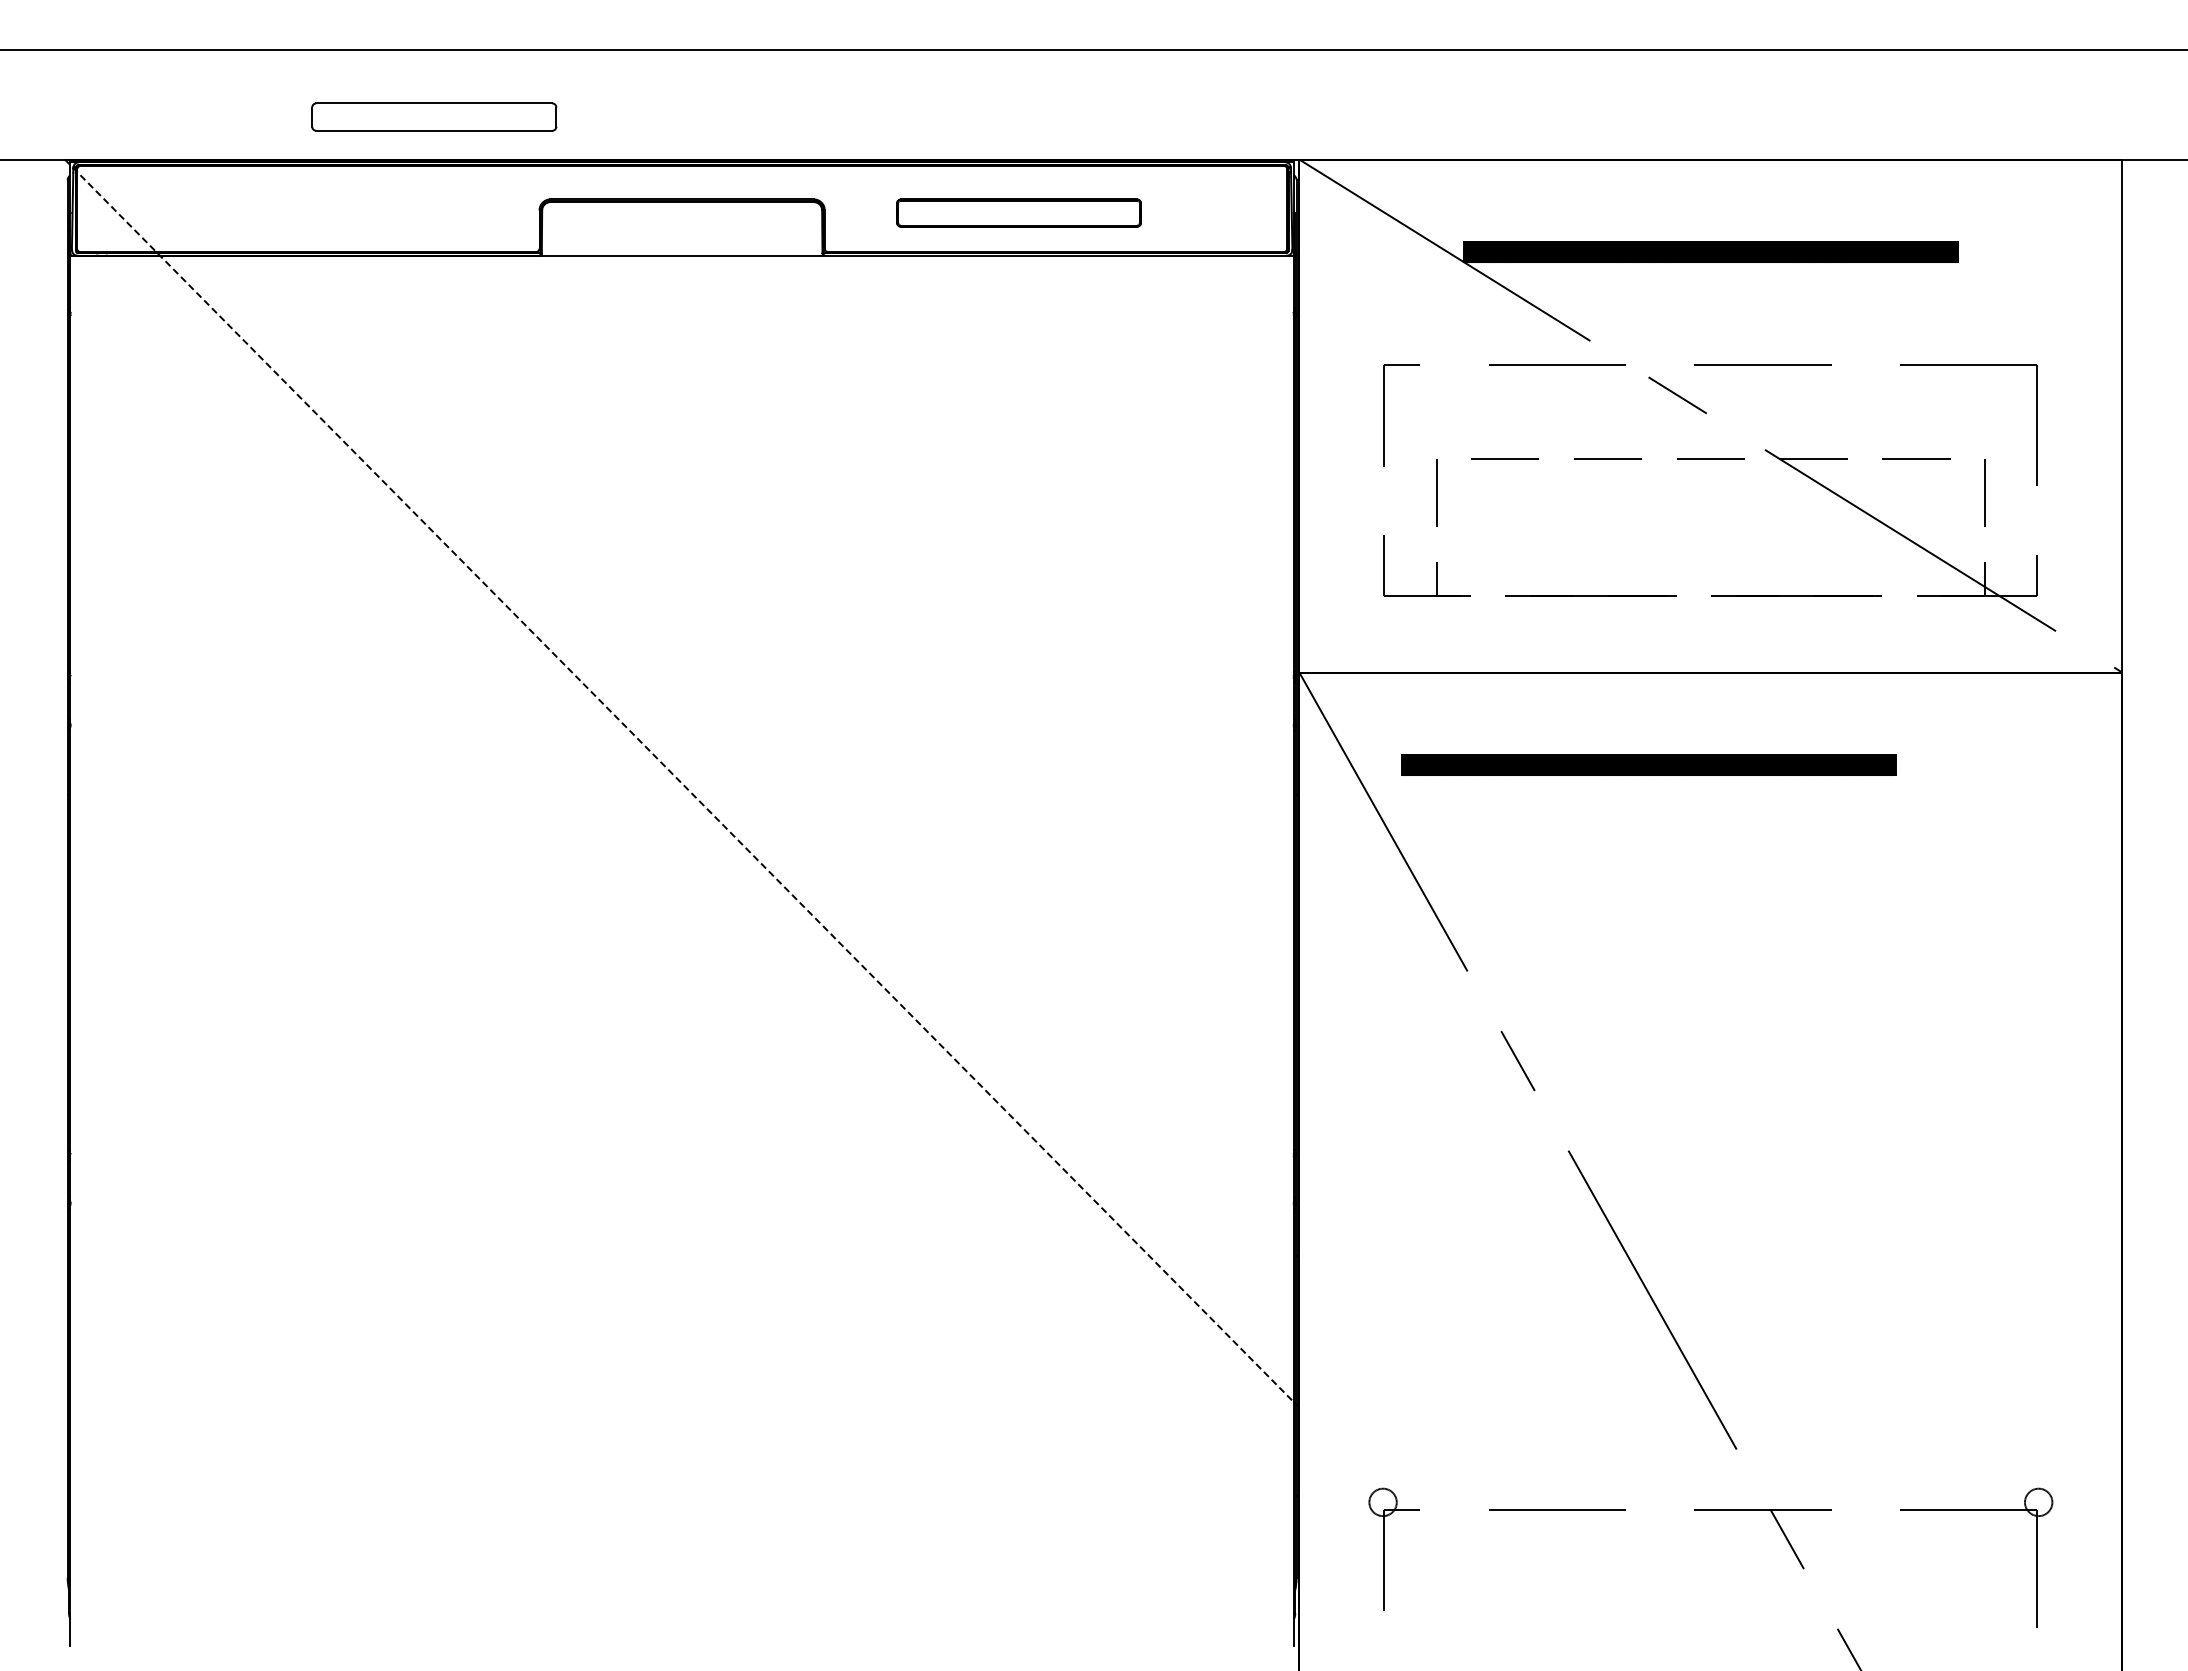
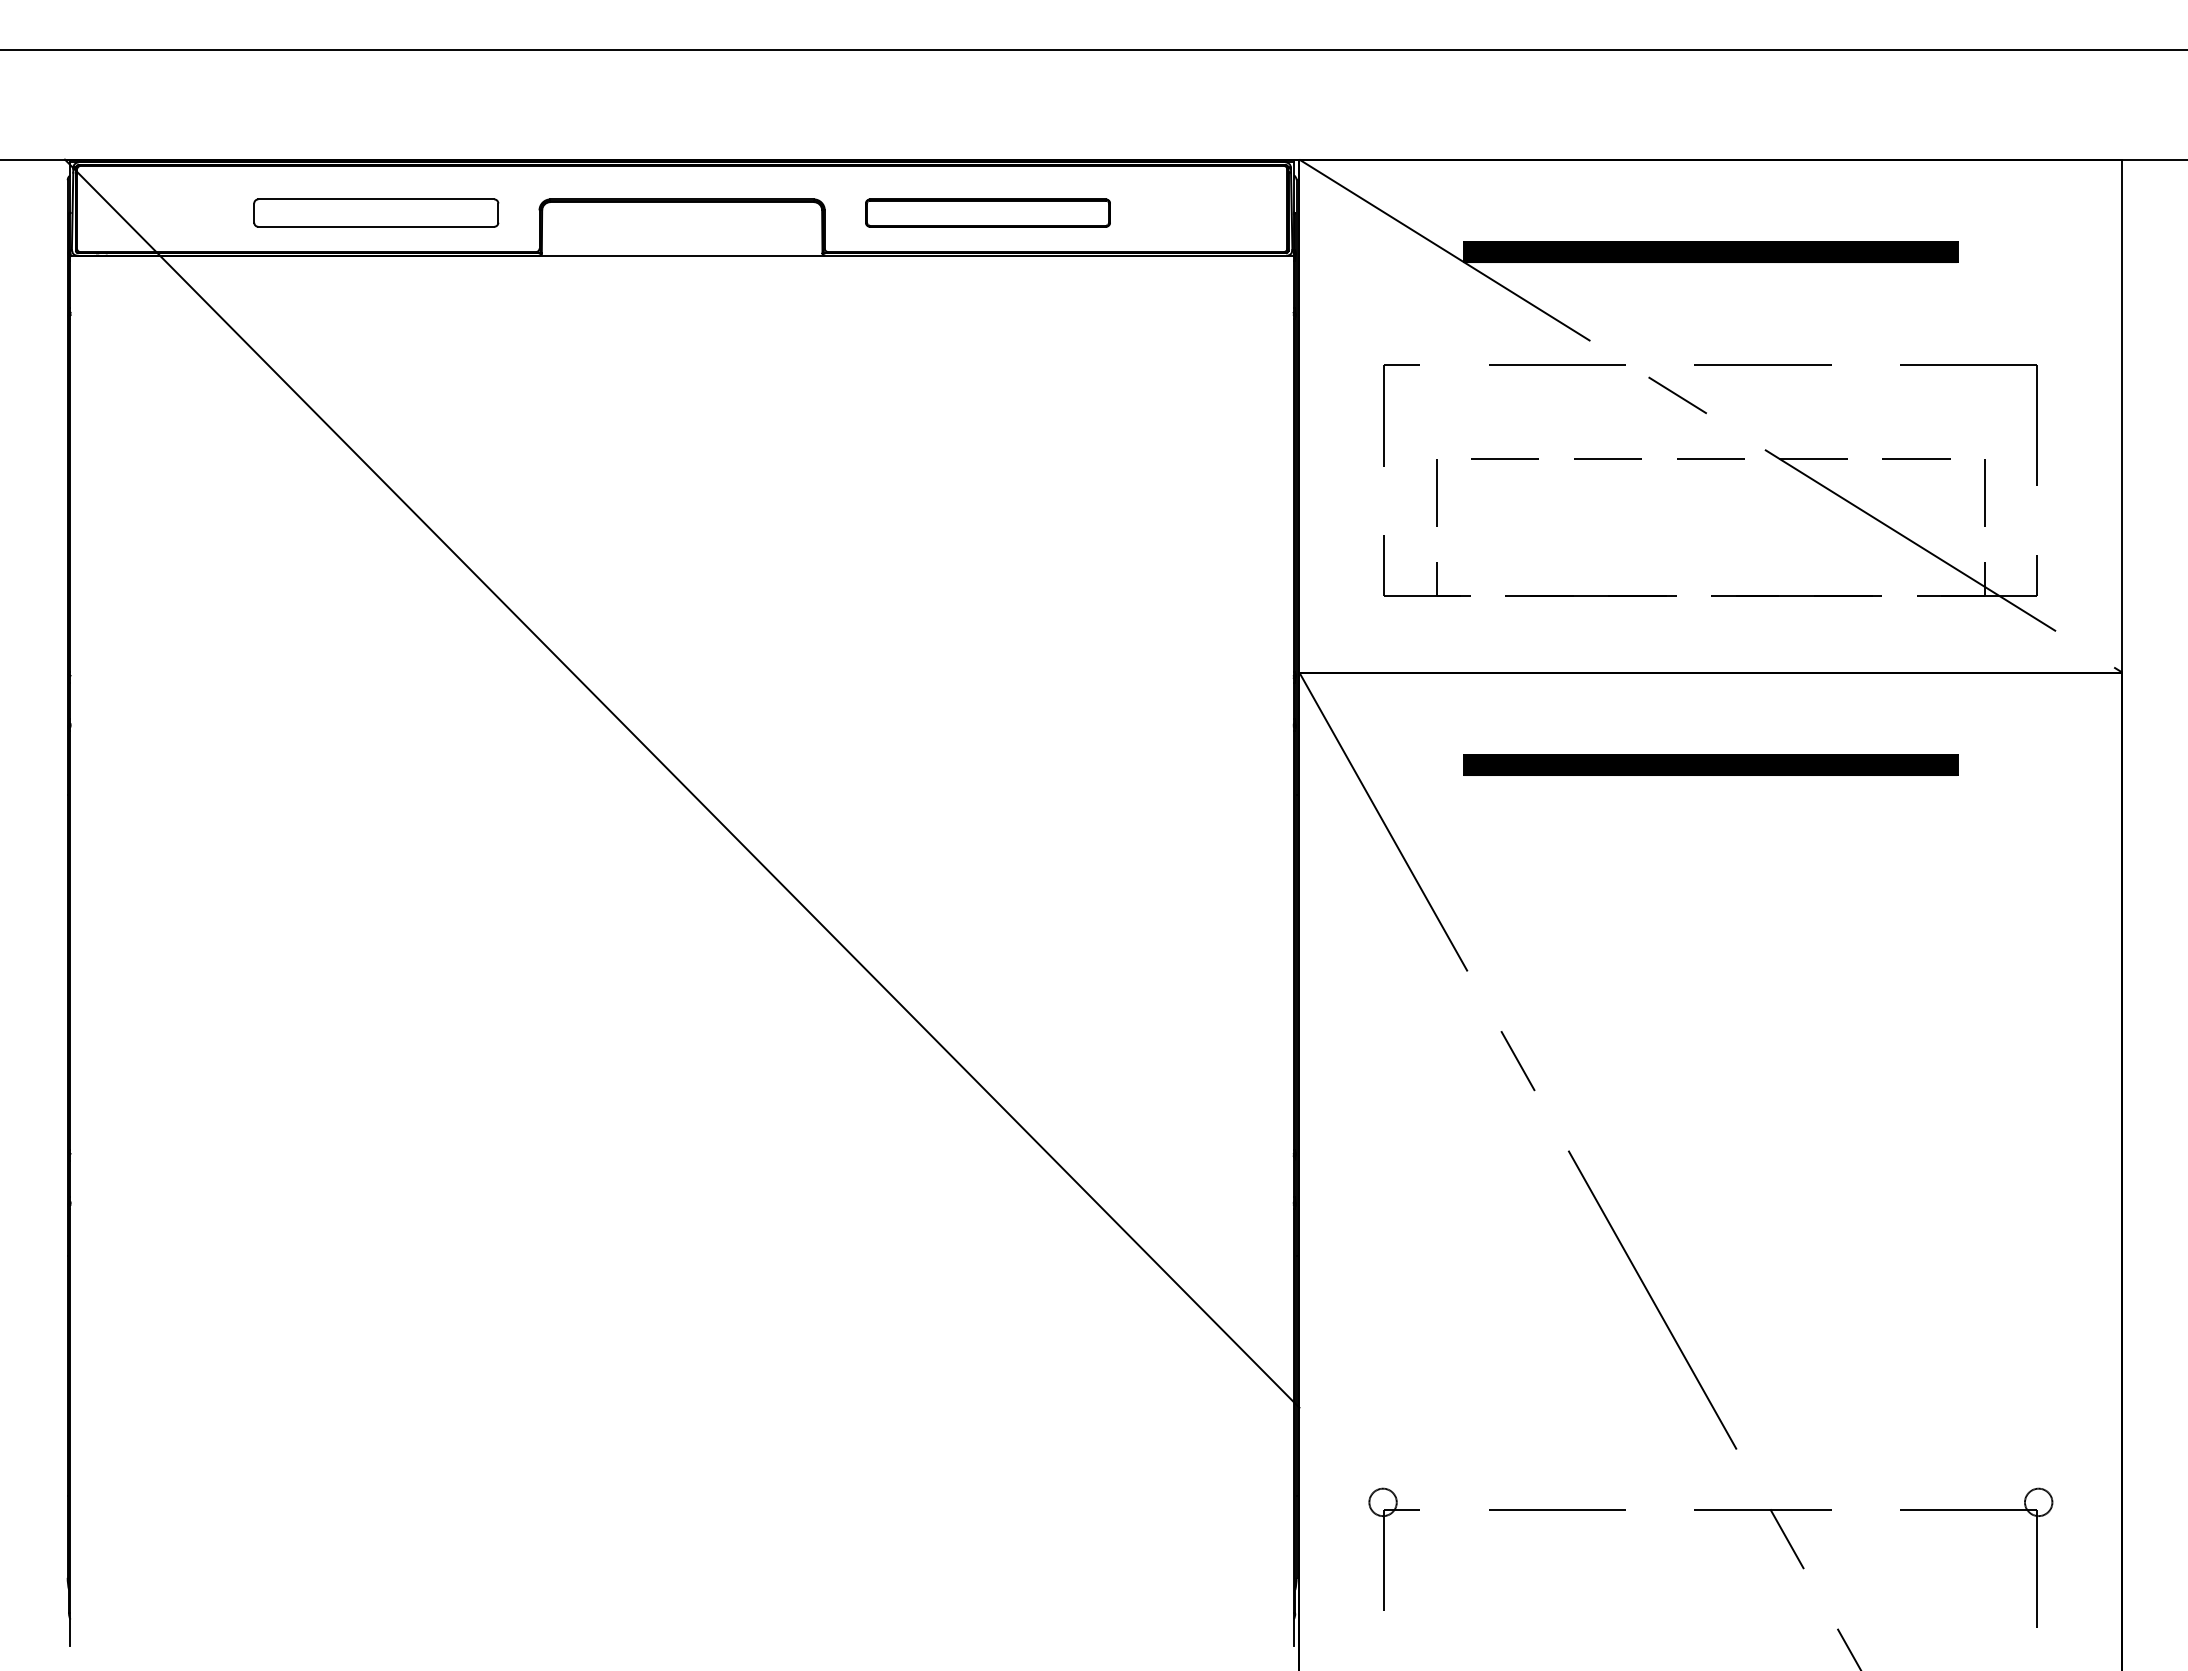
part at (434, 116) position: (434, 116) -> (376, 212)
part at (1018, 212) position: (1018, 212) -> (987, 212)
part at (1648, 764) position: (1648, 764) -> (1710, 764)
line at (682, 783): dashed -> solid
